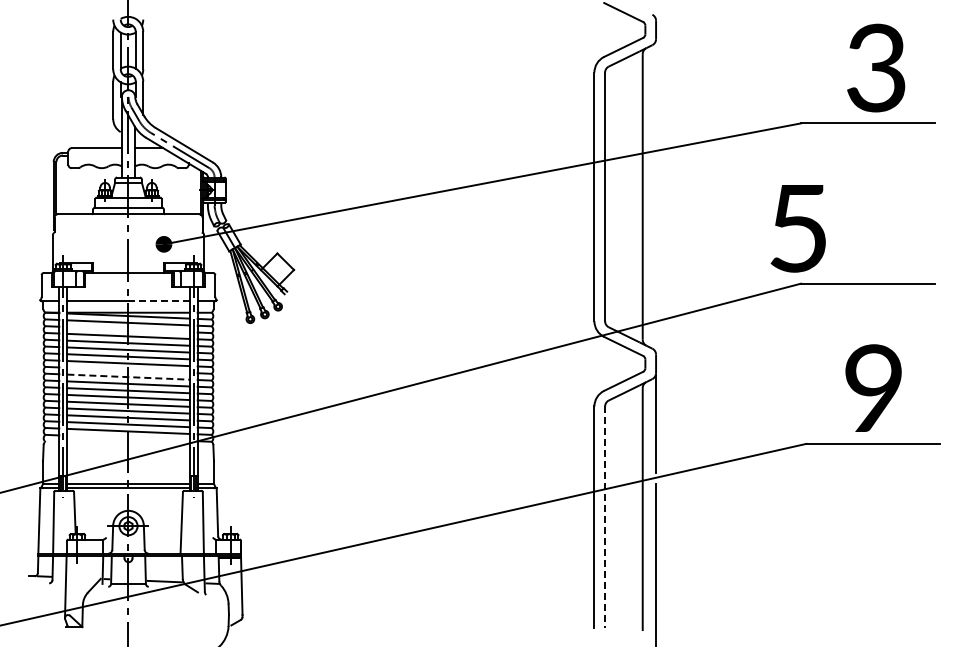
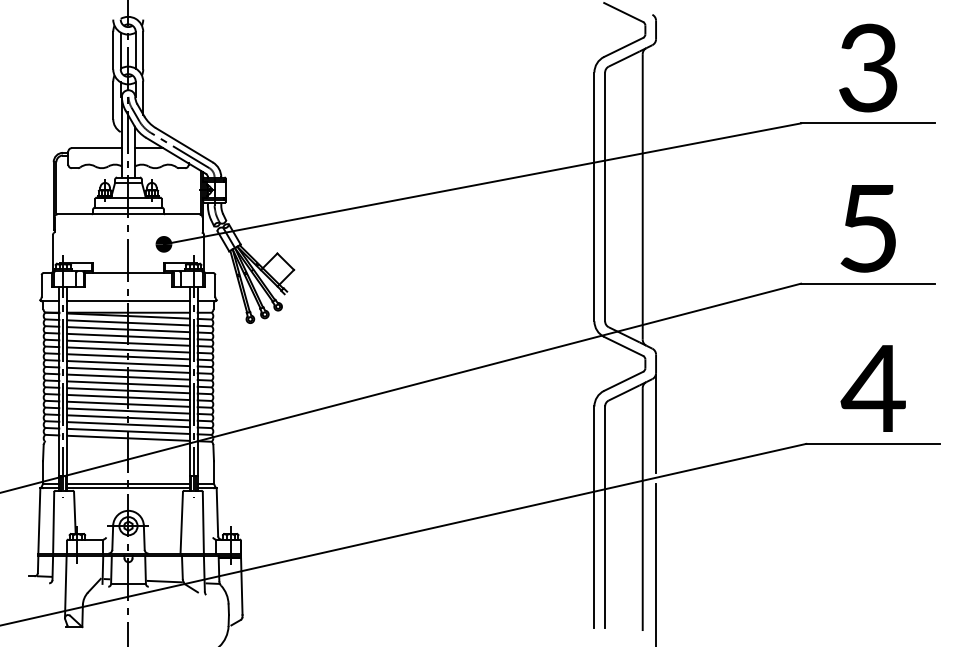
text at (876, 67) position: (876, 67) -> (868, 67)
text at (797, 228) position: (797, 228) -> (867, 228)
line at (159, 301): dashed -> solid
line at (128, 329): none -> present
line at (128, 369): none -> present
line at (129, 377): dashed -> solid
text at (872, 387): 9 -> 4
line at (128, 437): none -> present
line at (605, 517): dashed -> solid
